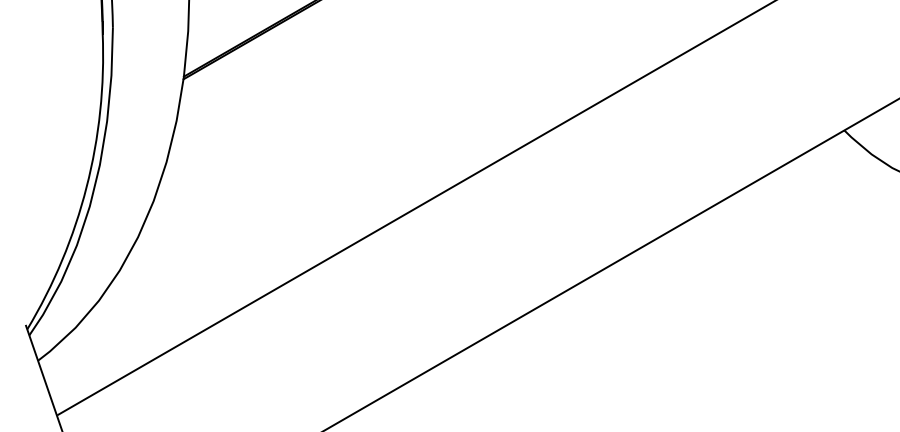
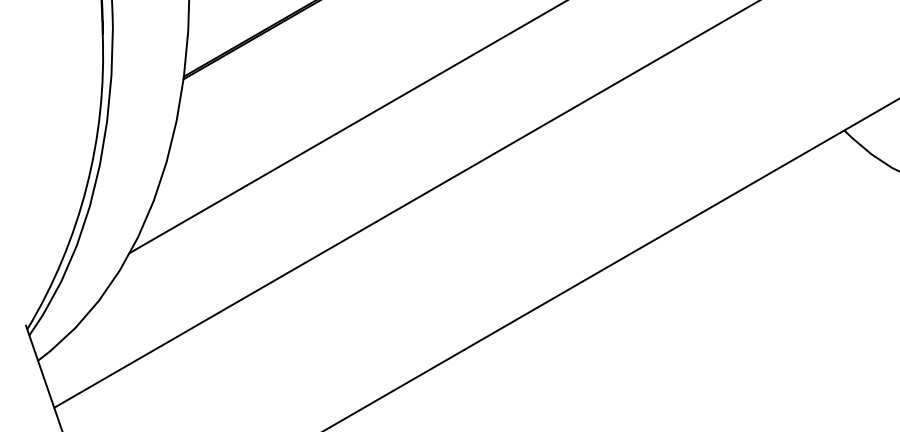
line at (346, 127): none -> present
line at (415, 208) position: (415, 208) -> (405, 204)
